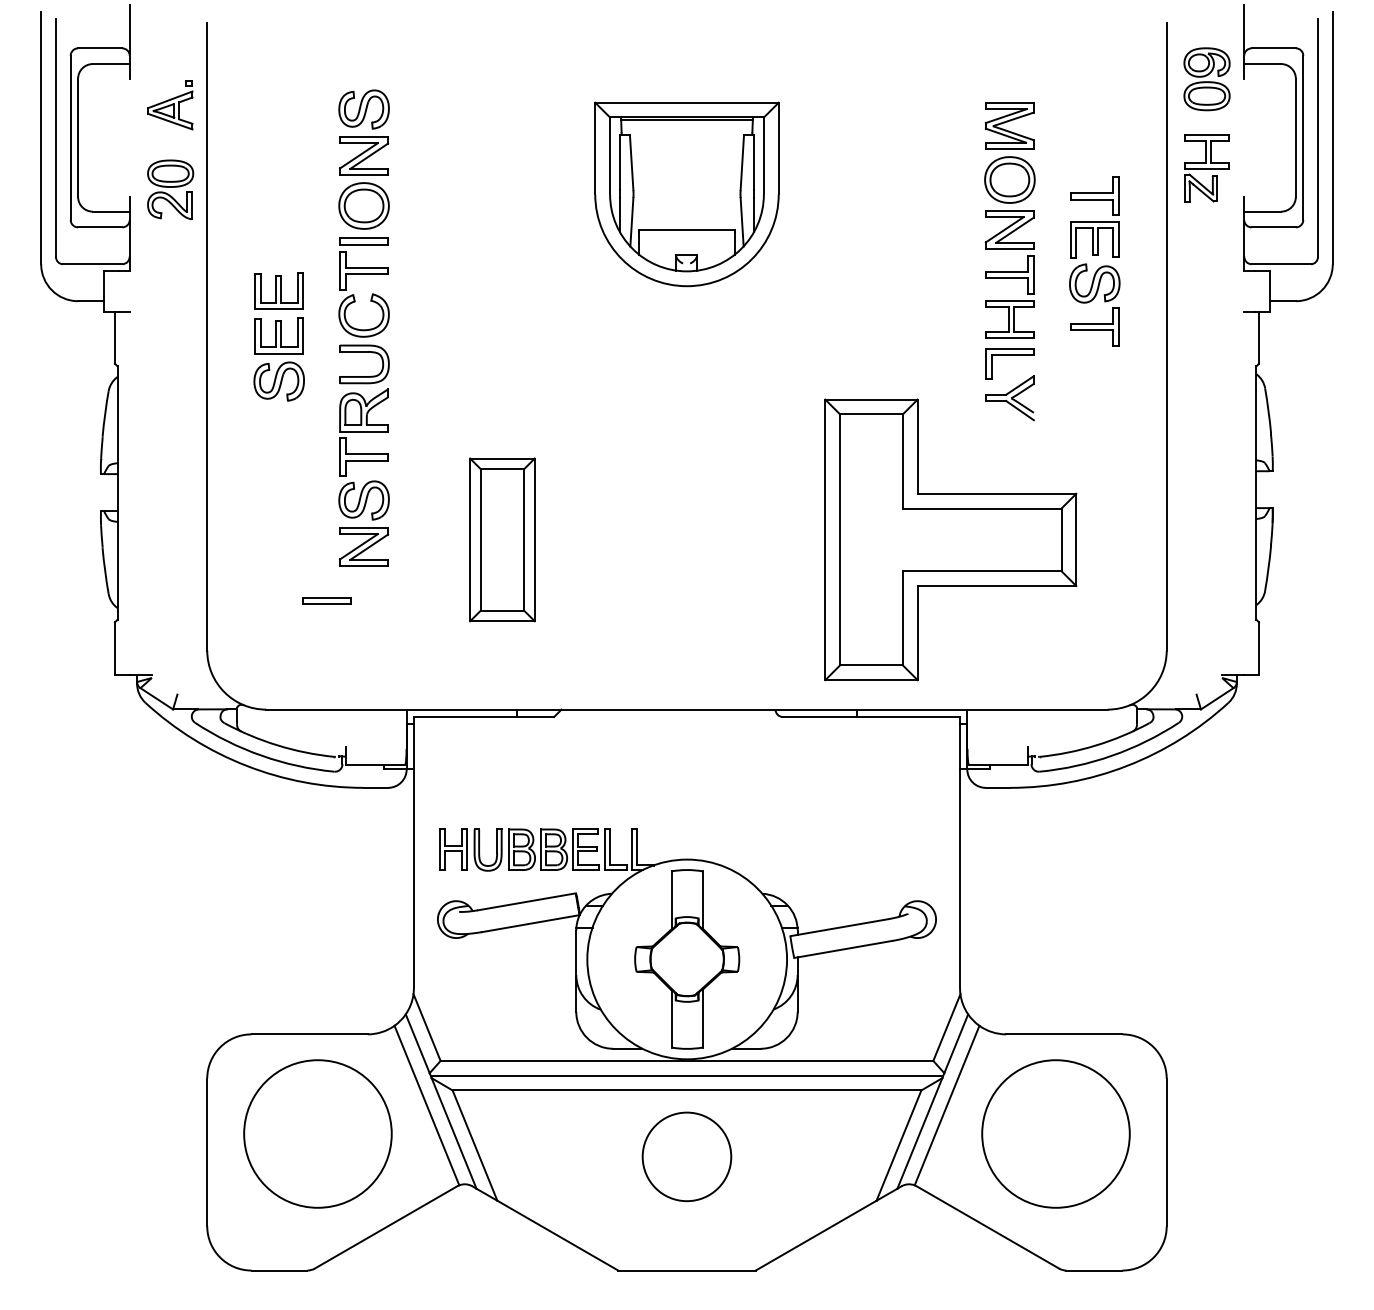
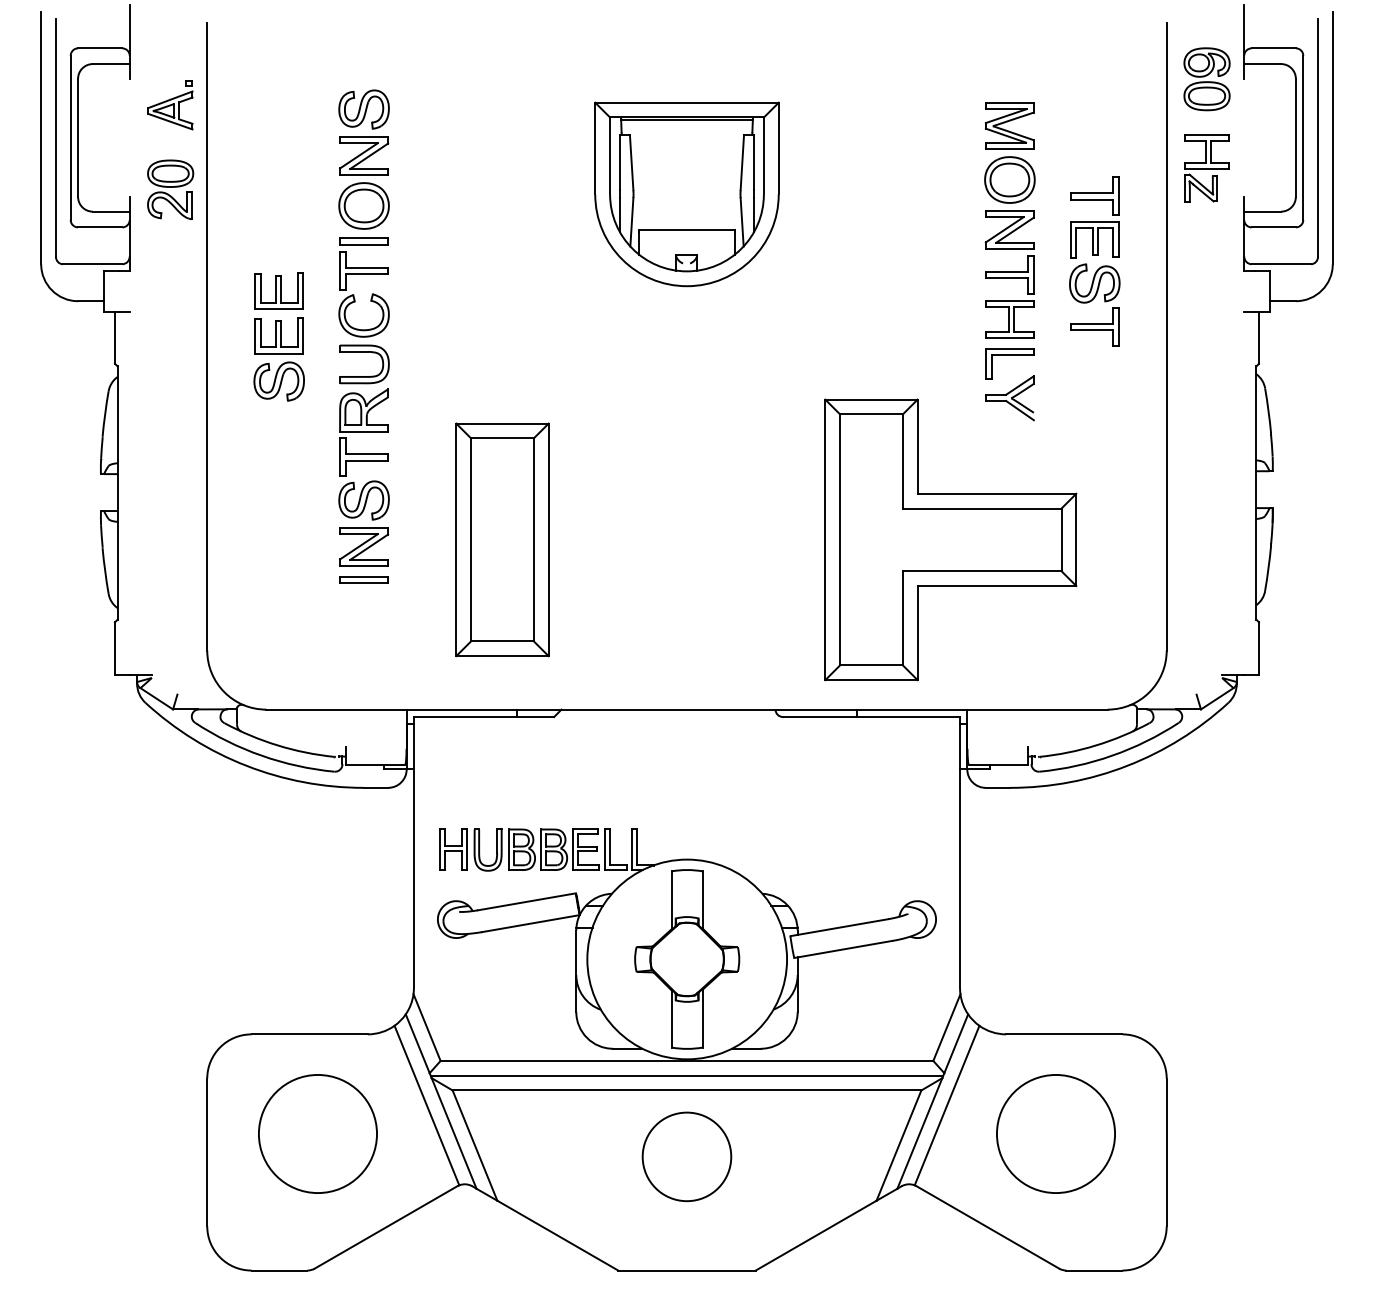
part at (502, 539) size: 67x166 px -> 95x236 px
part at (326, 600) position: (326, 600) -> (363, 579)
circle at (317, 1133) diameter: 148 px -> 118 px
circle at (1055, 1133) diameter: 148 px -> 118 px
